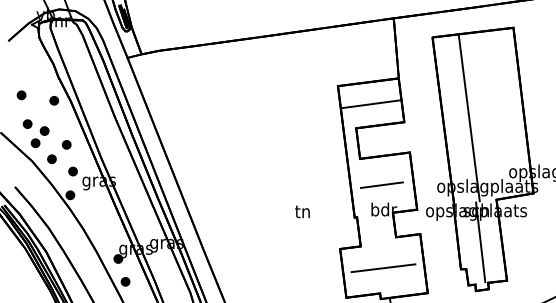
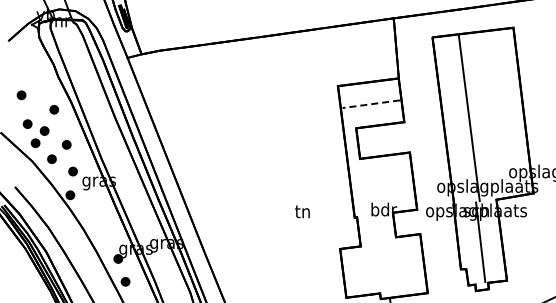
part at (54, 100) position: (54, 100) -> (54, 109)
line at (371, 104): solid -> dashed
line at (381, 184): present -> none
line at (383, 268): present -> none
